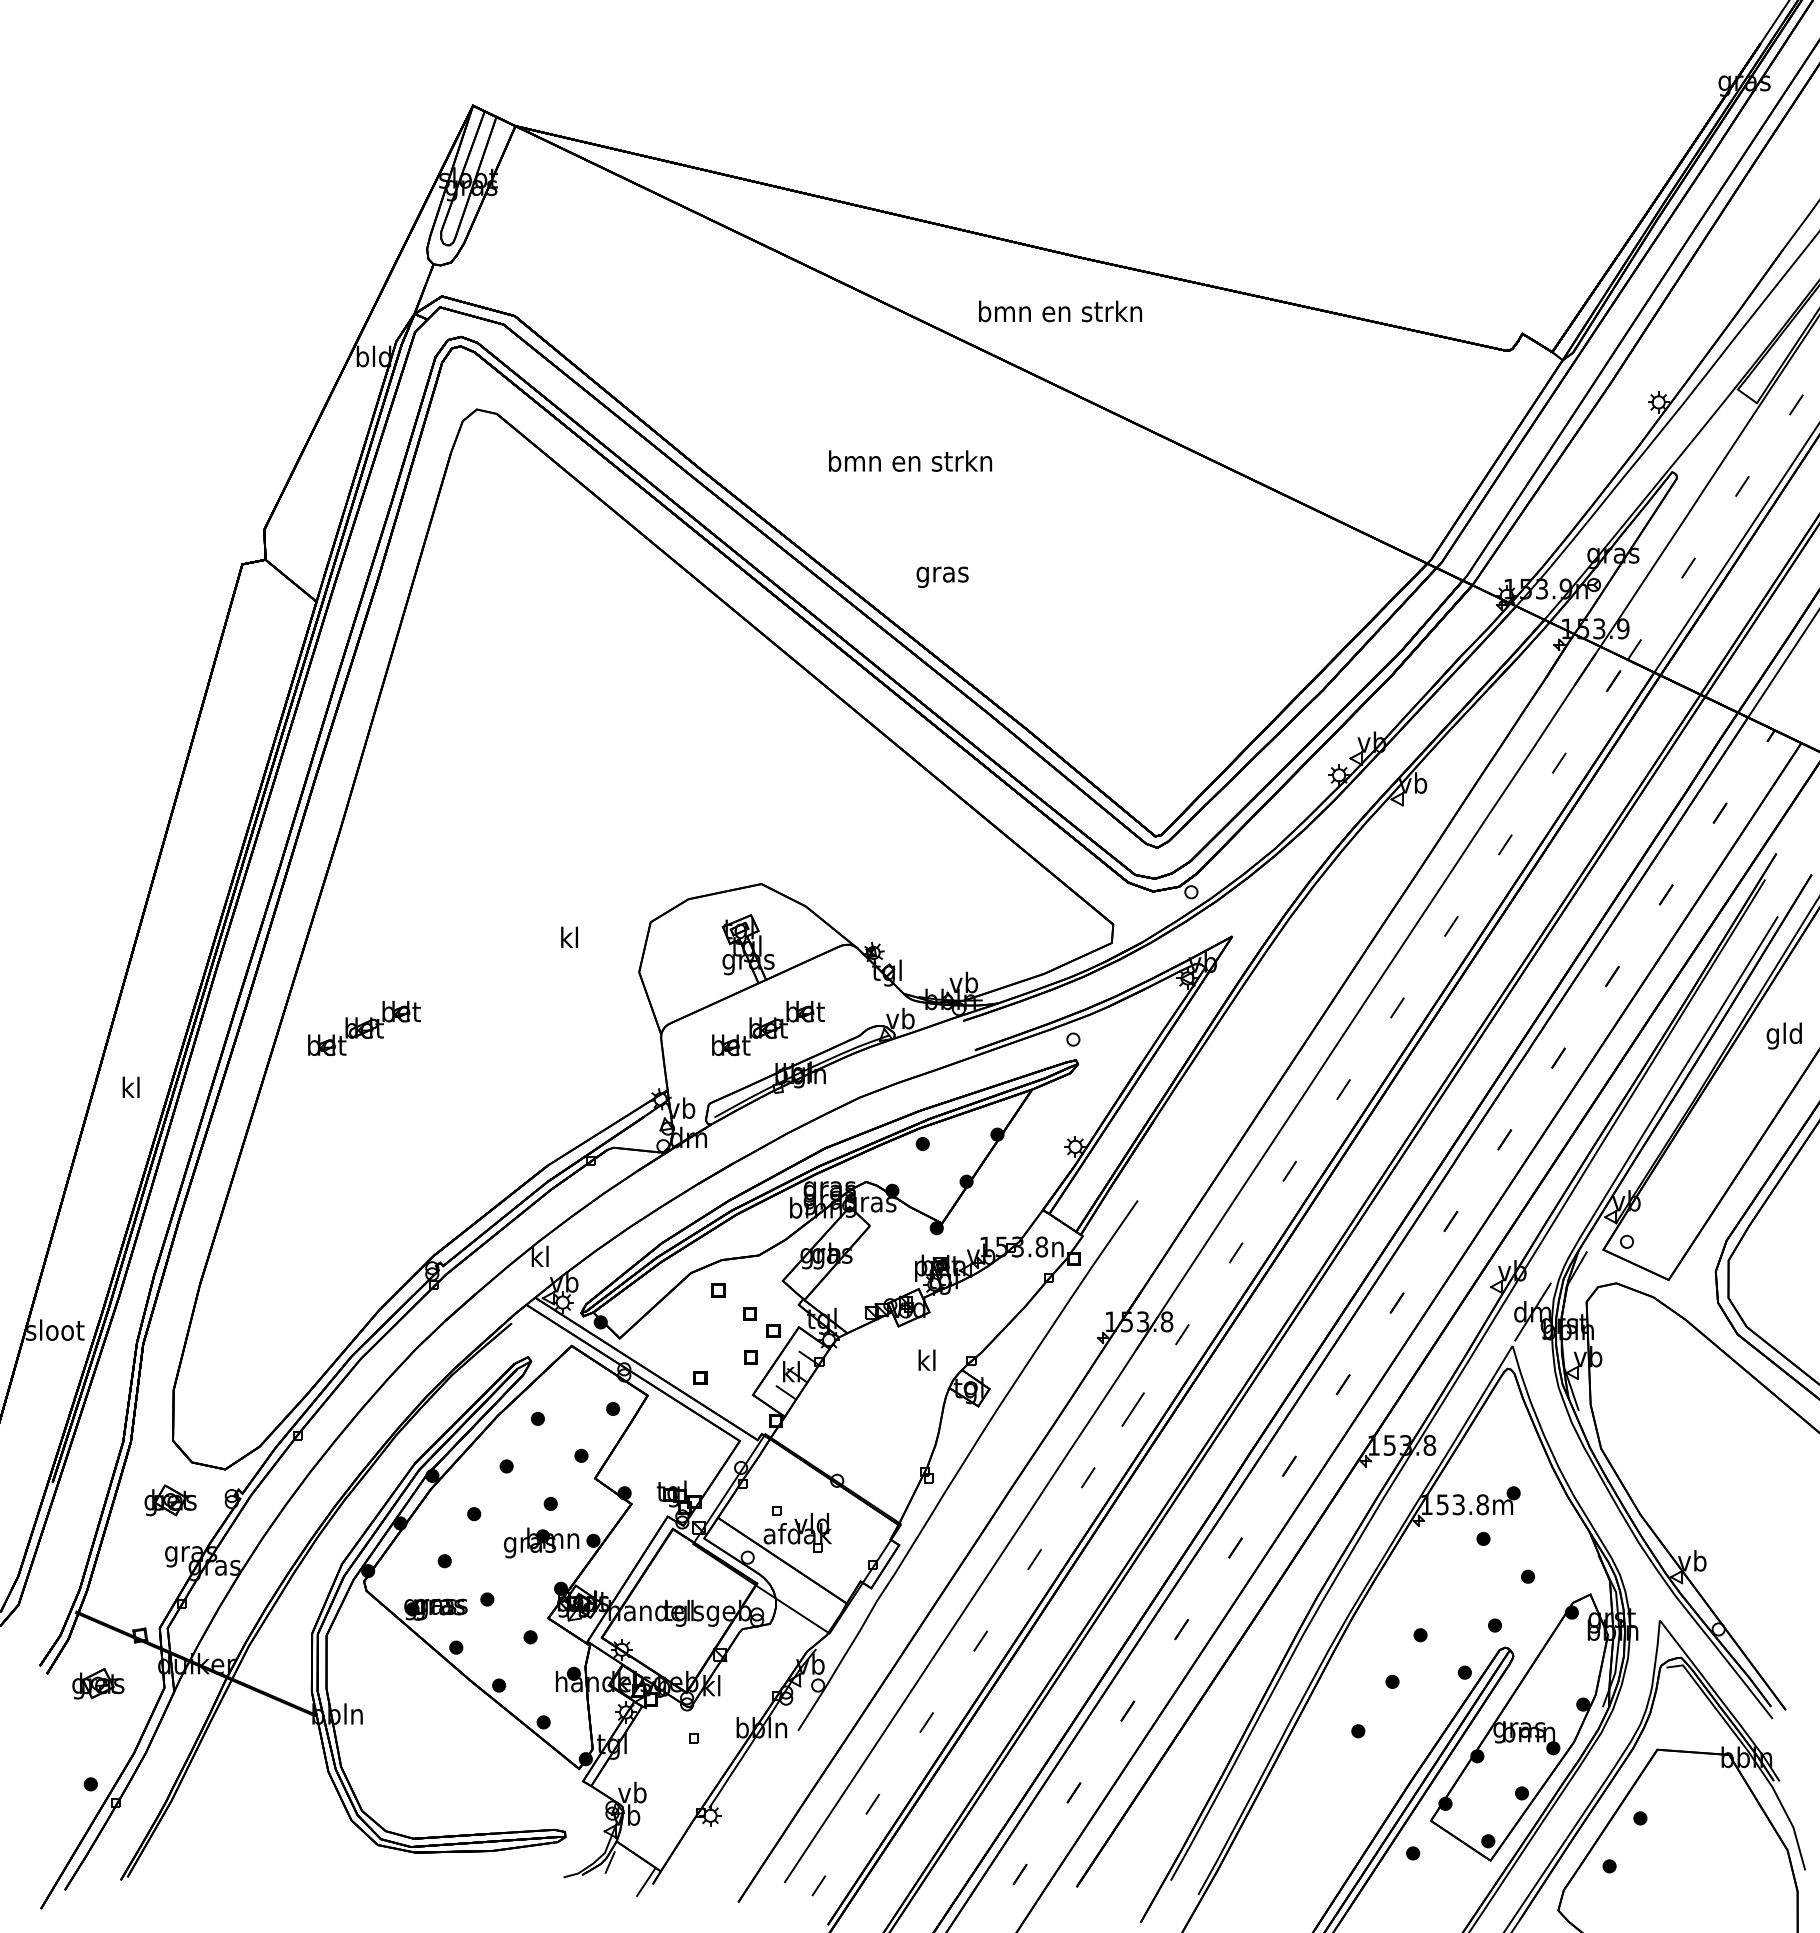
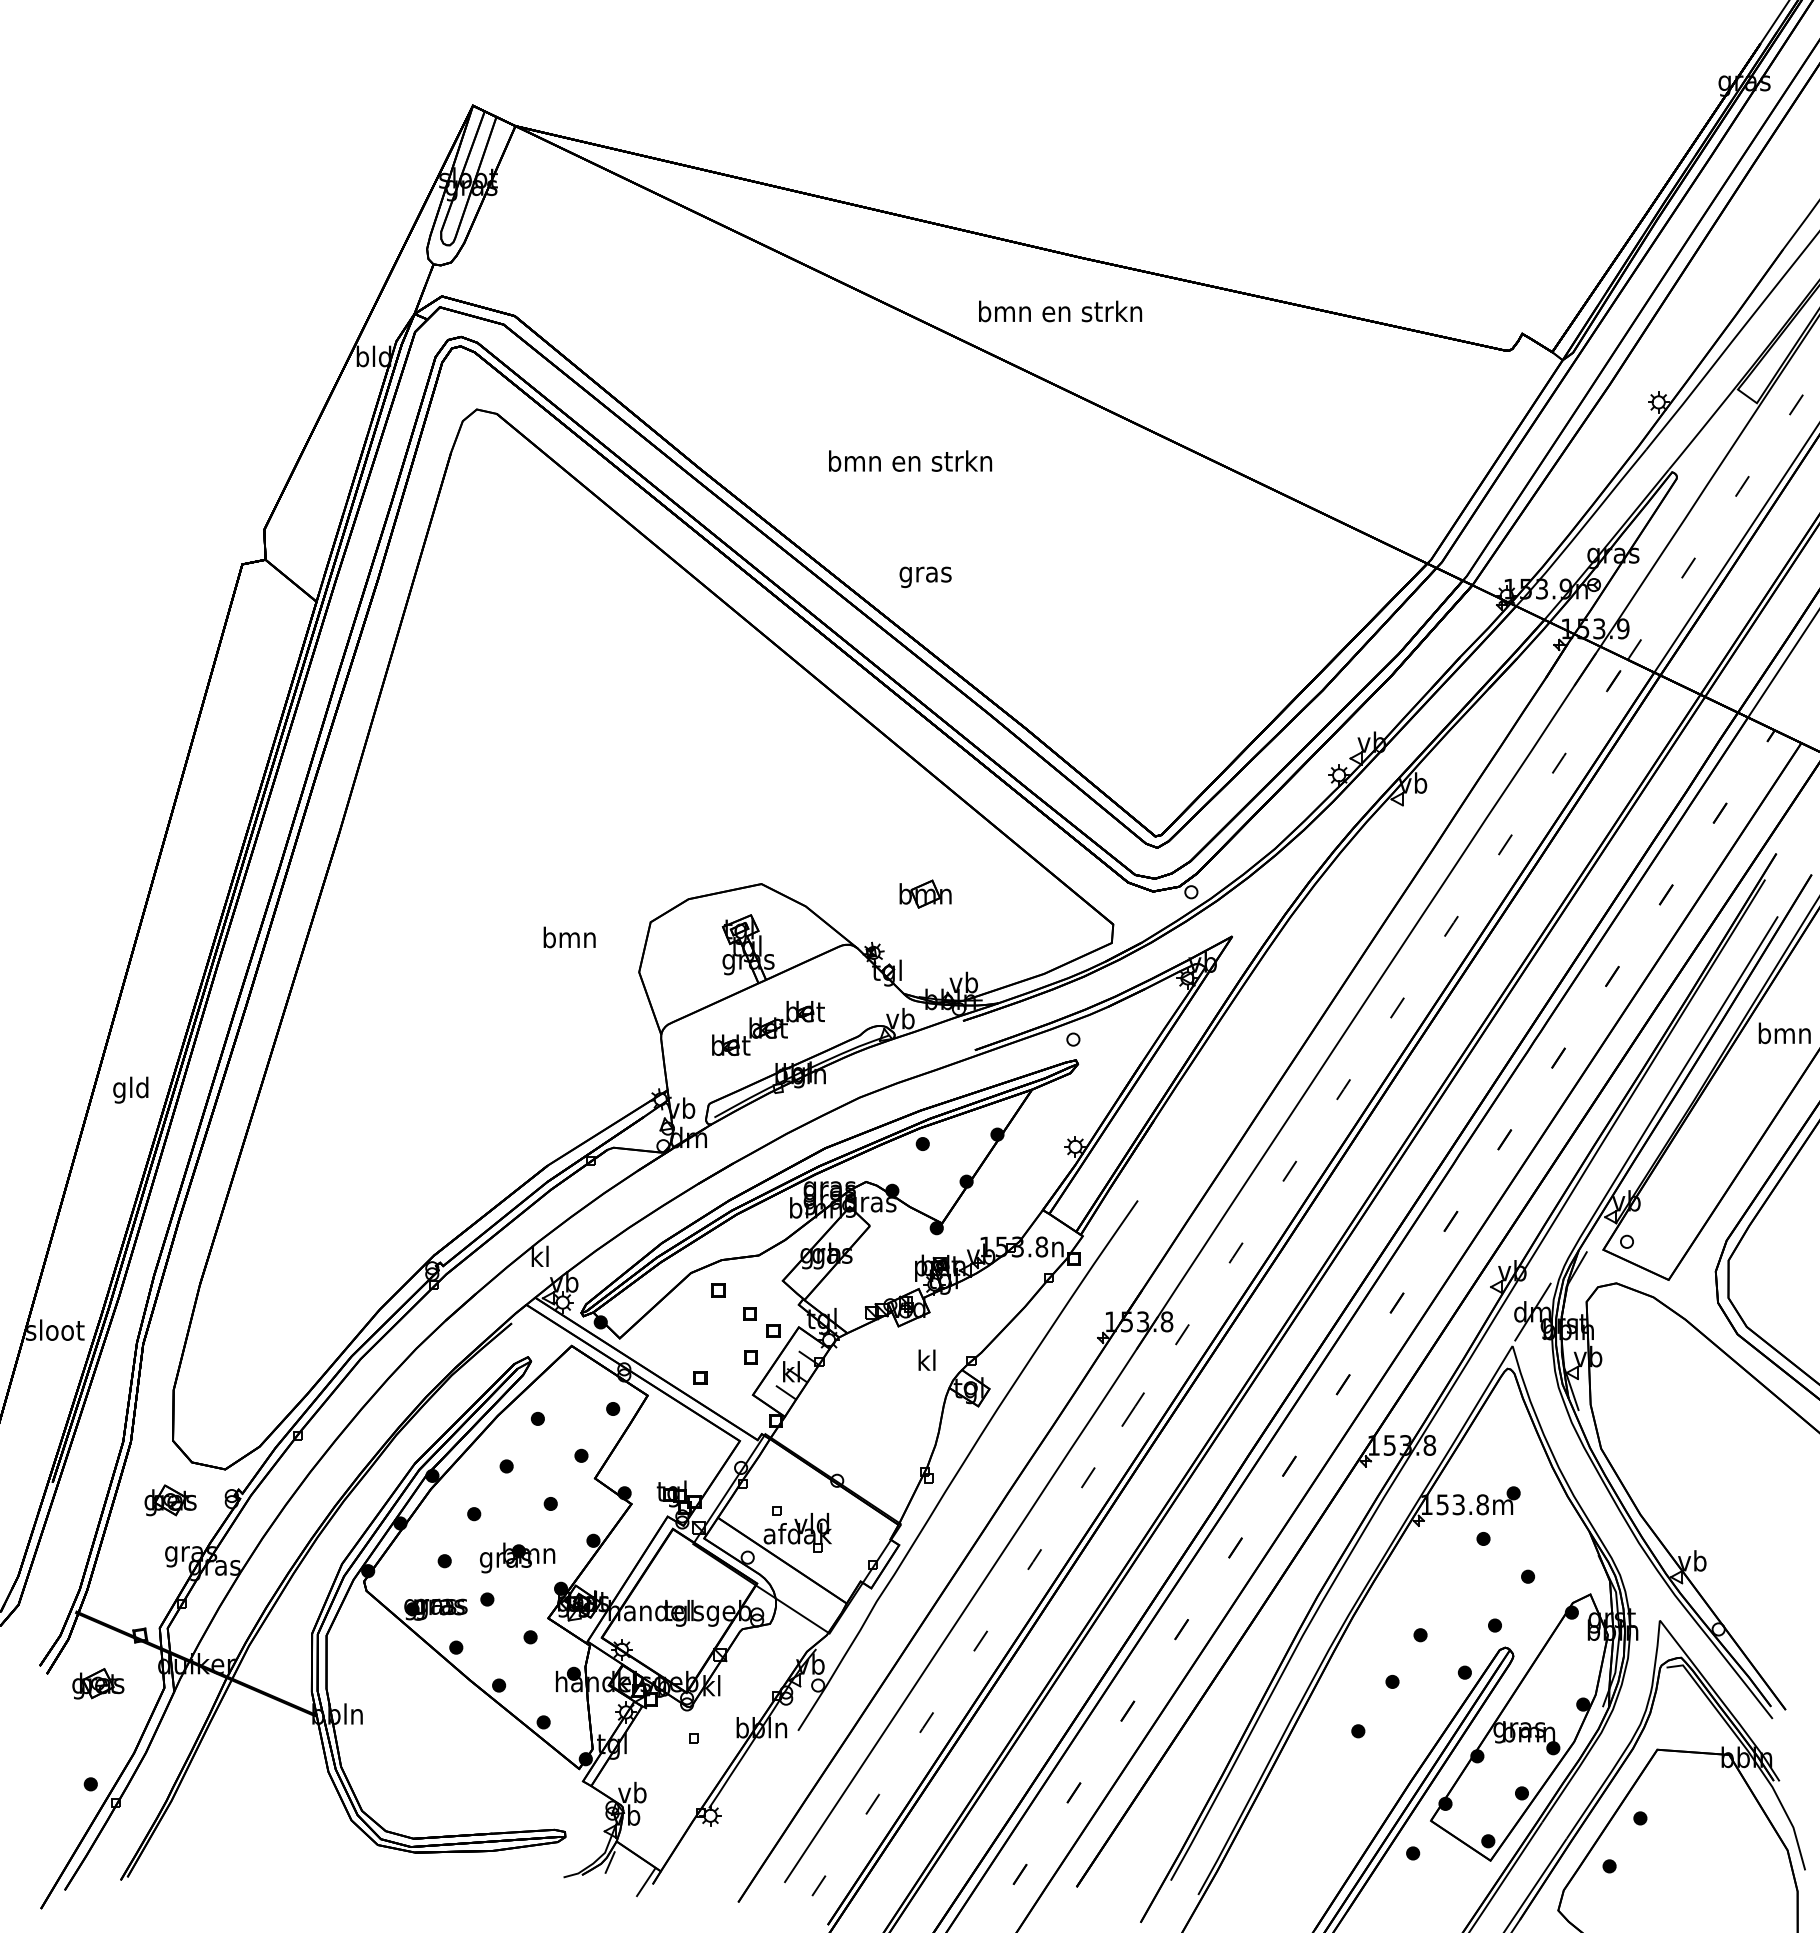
text at (942, 577) position: (942, 577) -> (925, 577)
part at (925, 893): none -> present
text at (569, 937): kl -> bmn
part at (364, 1028): present -> none
text at (1784, 1035): gld -> bmn
text at (130, 1089): kl -> gld
part at (541, 1542) position: (541, 1542) -> (517, 1557)
